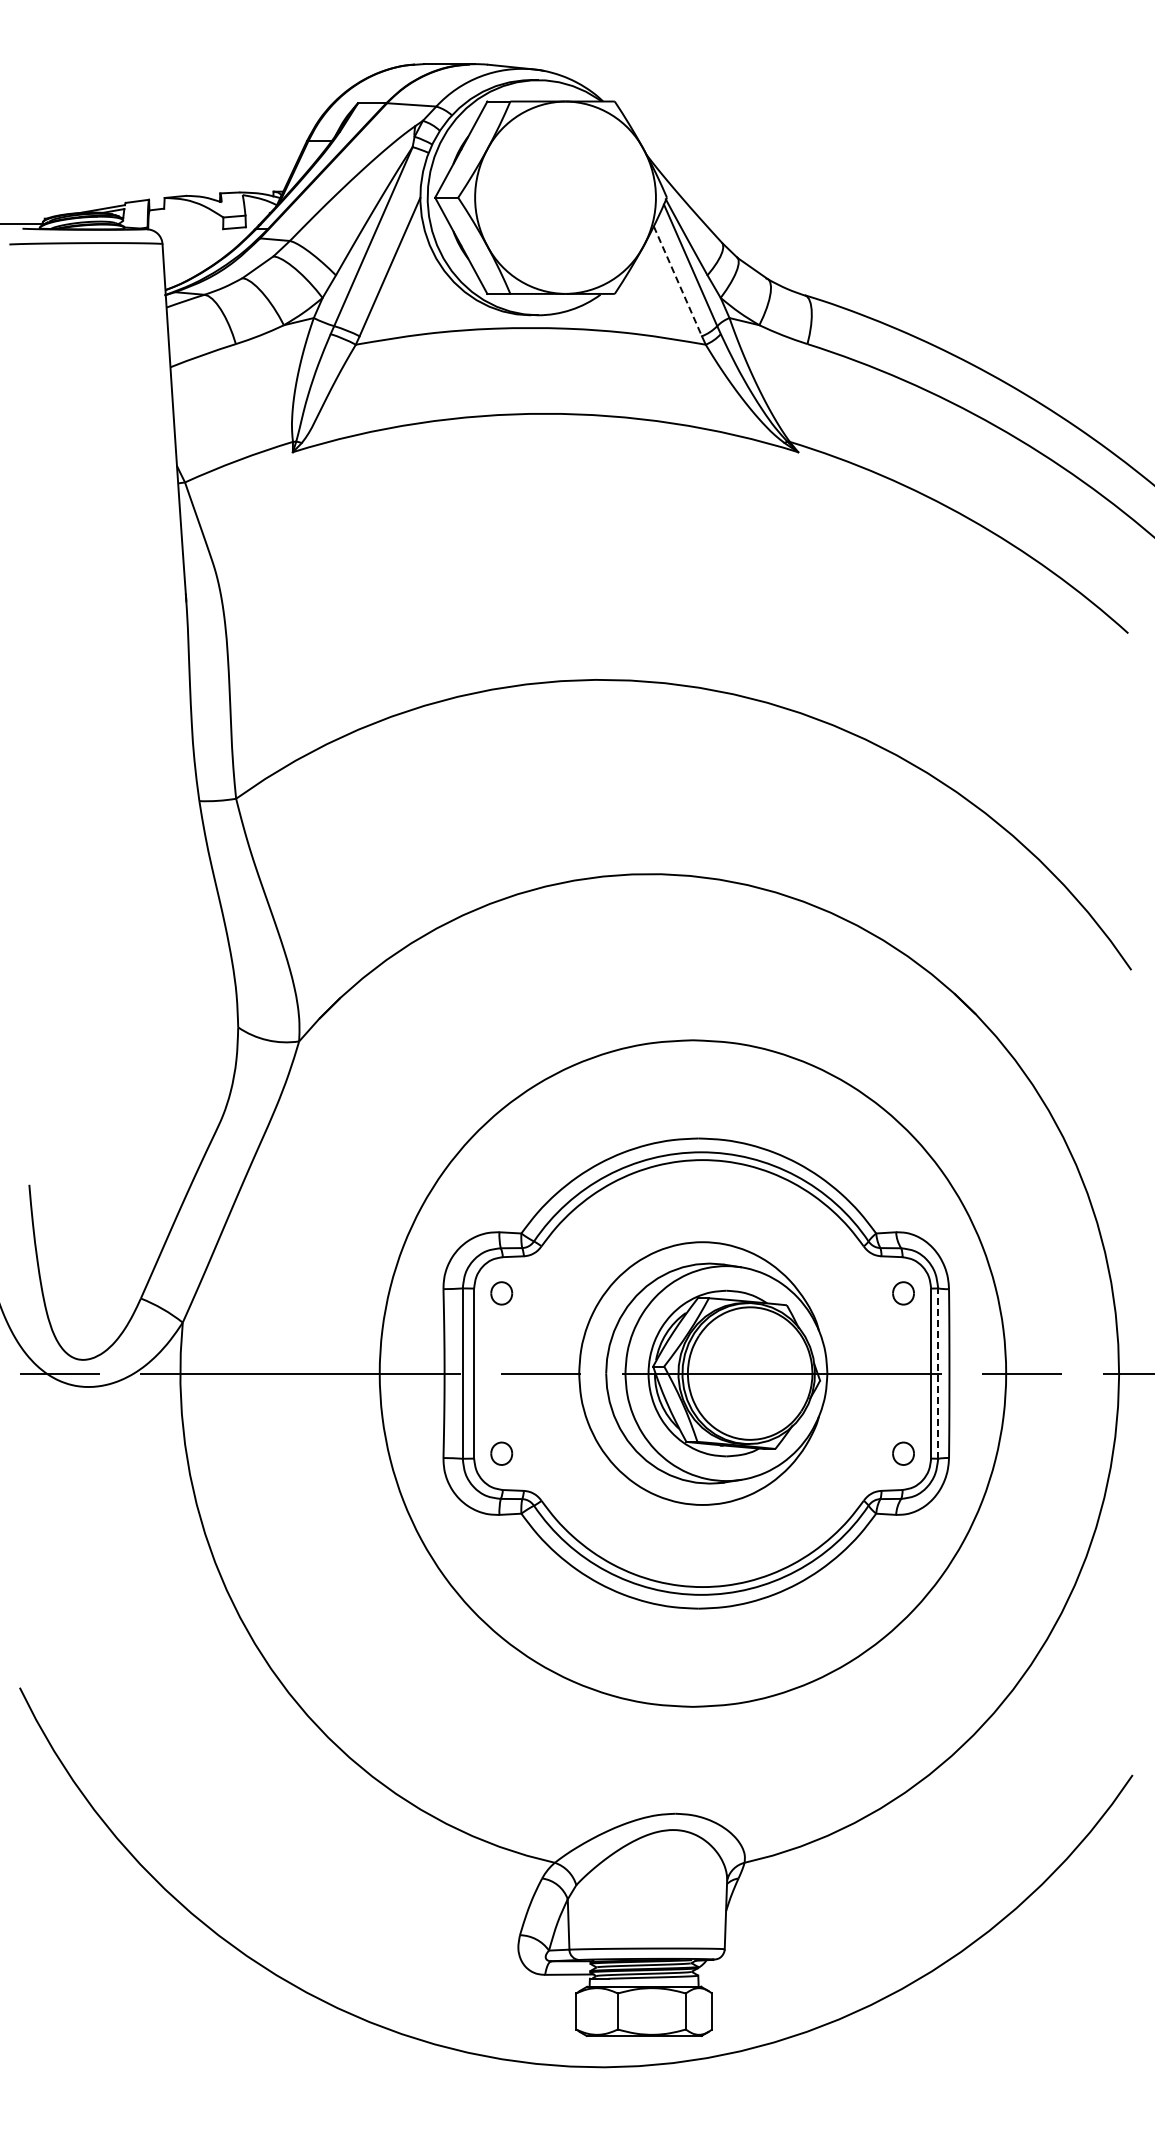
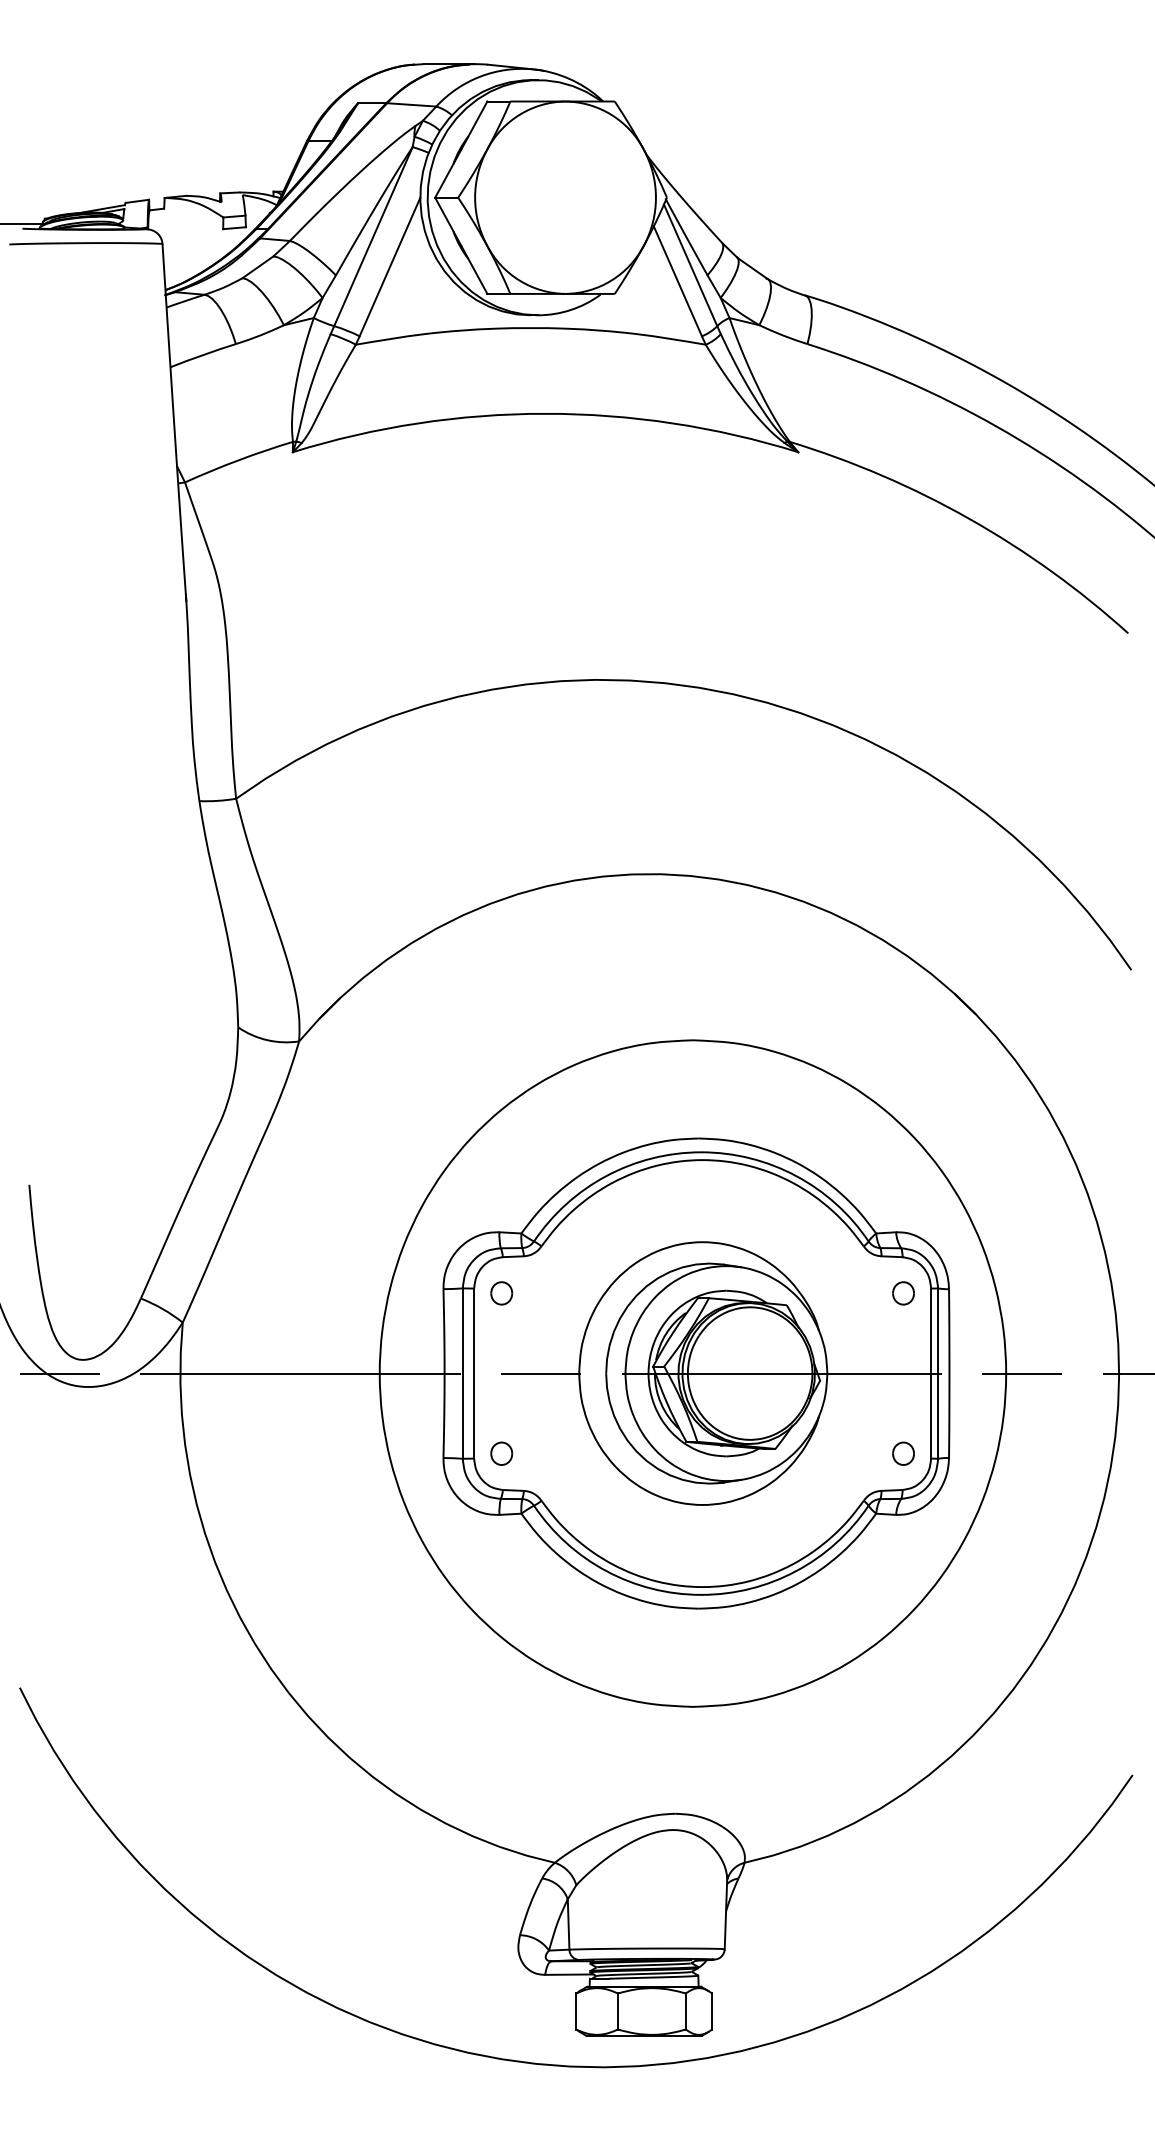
line at (678, 281): dashed -> solid
line at (938, 1373): dashed -> solid
